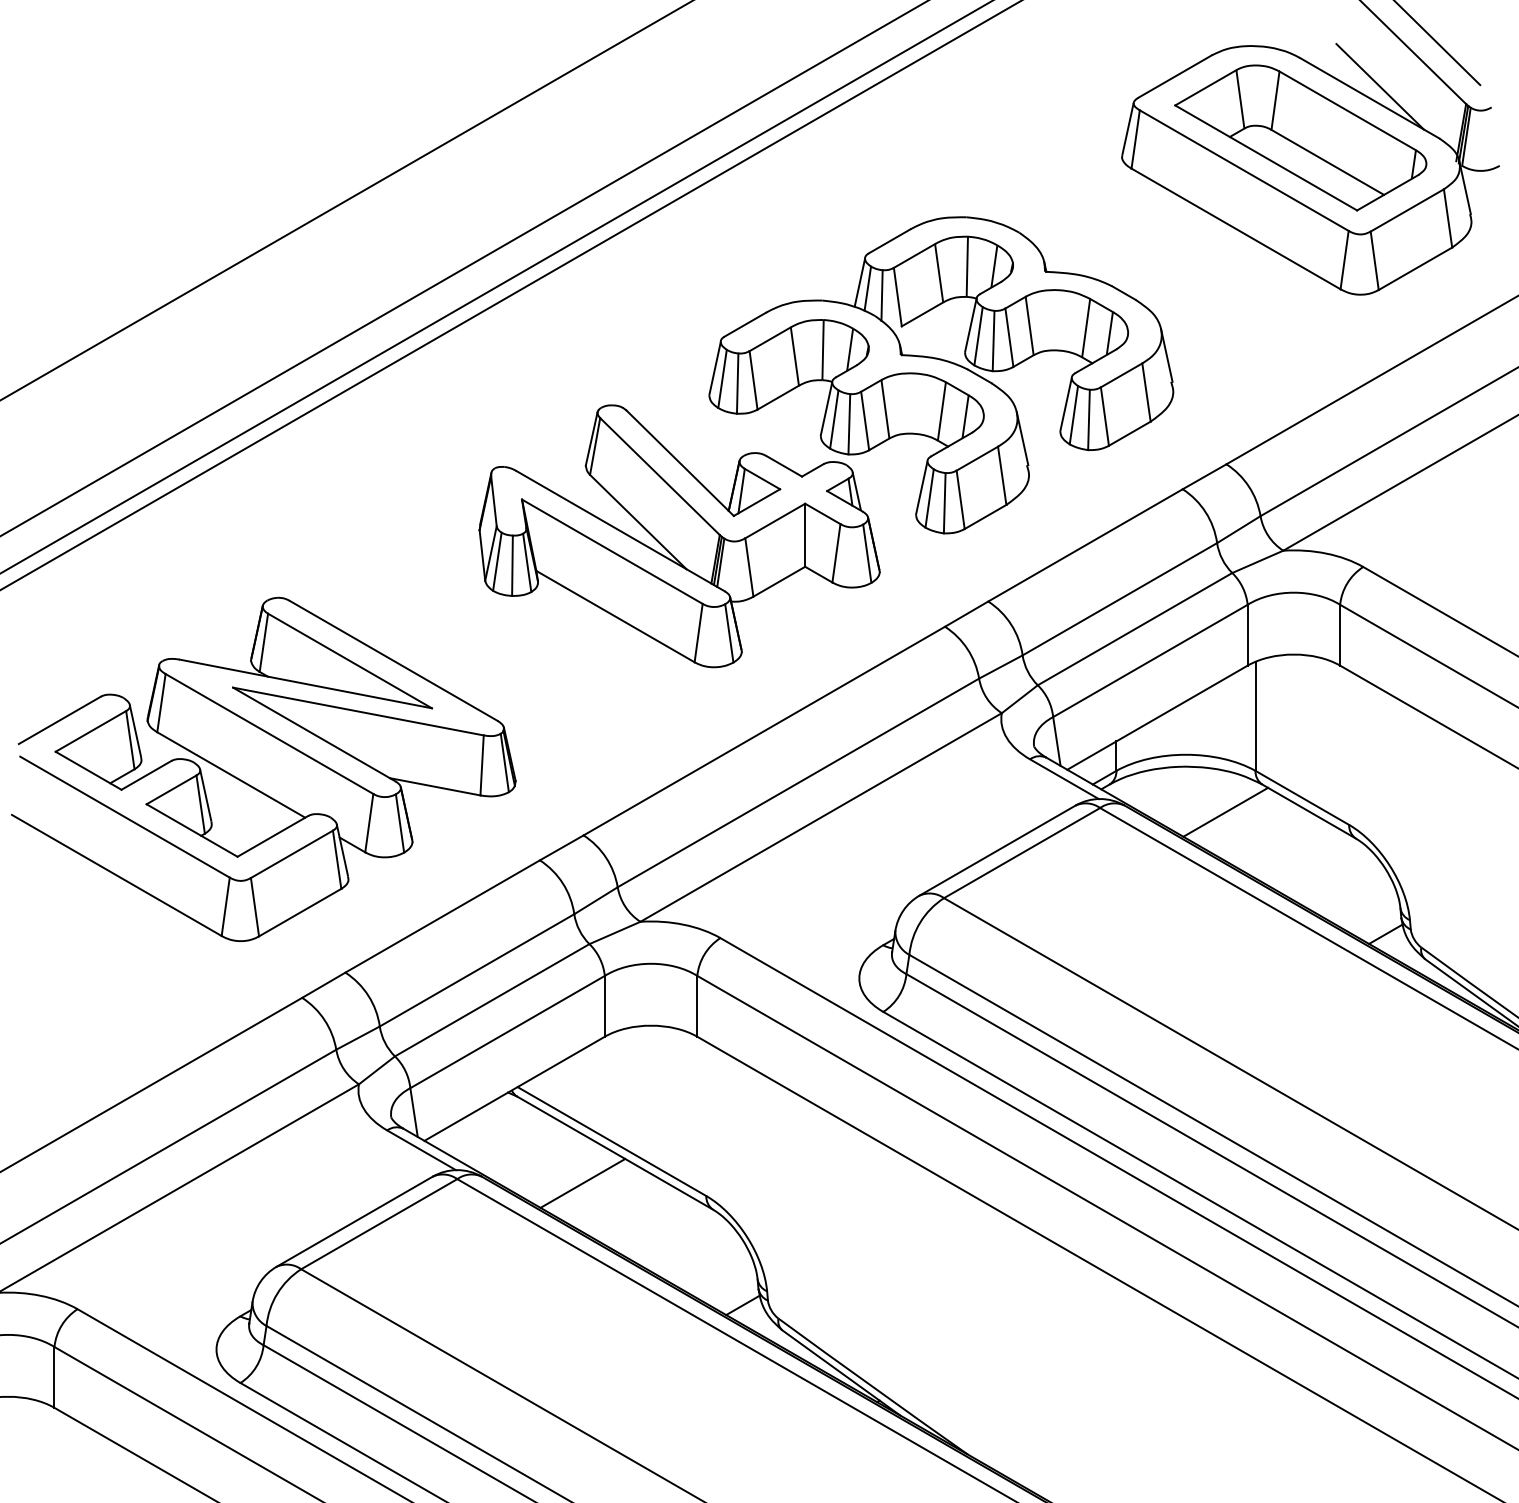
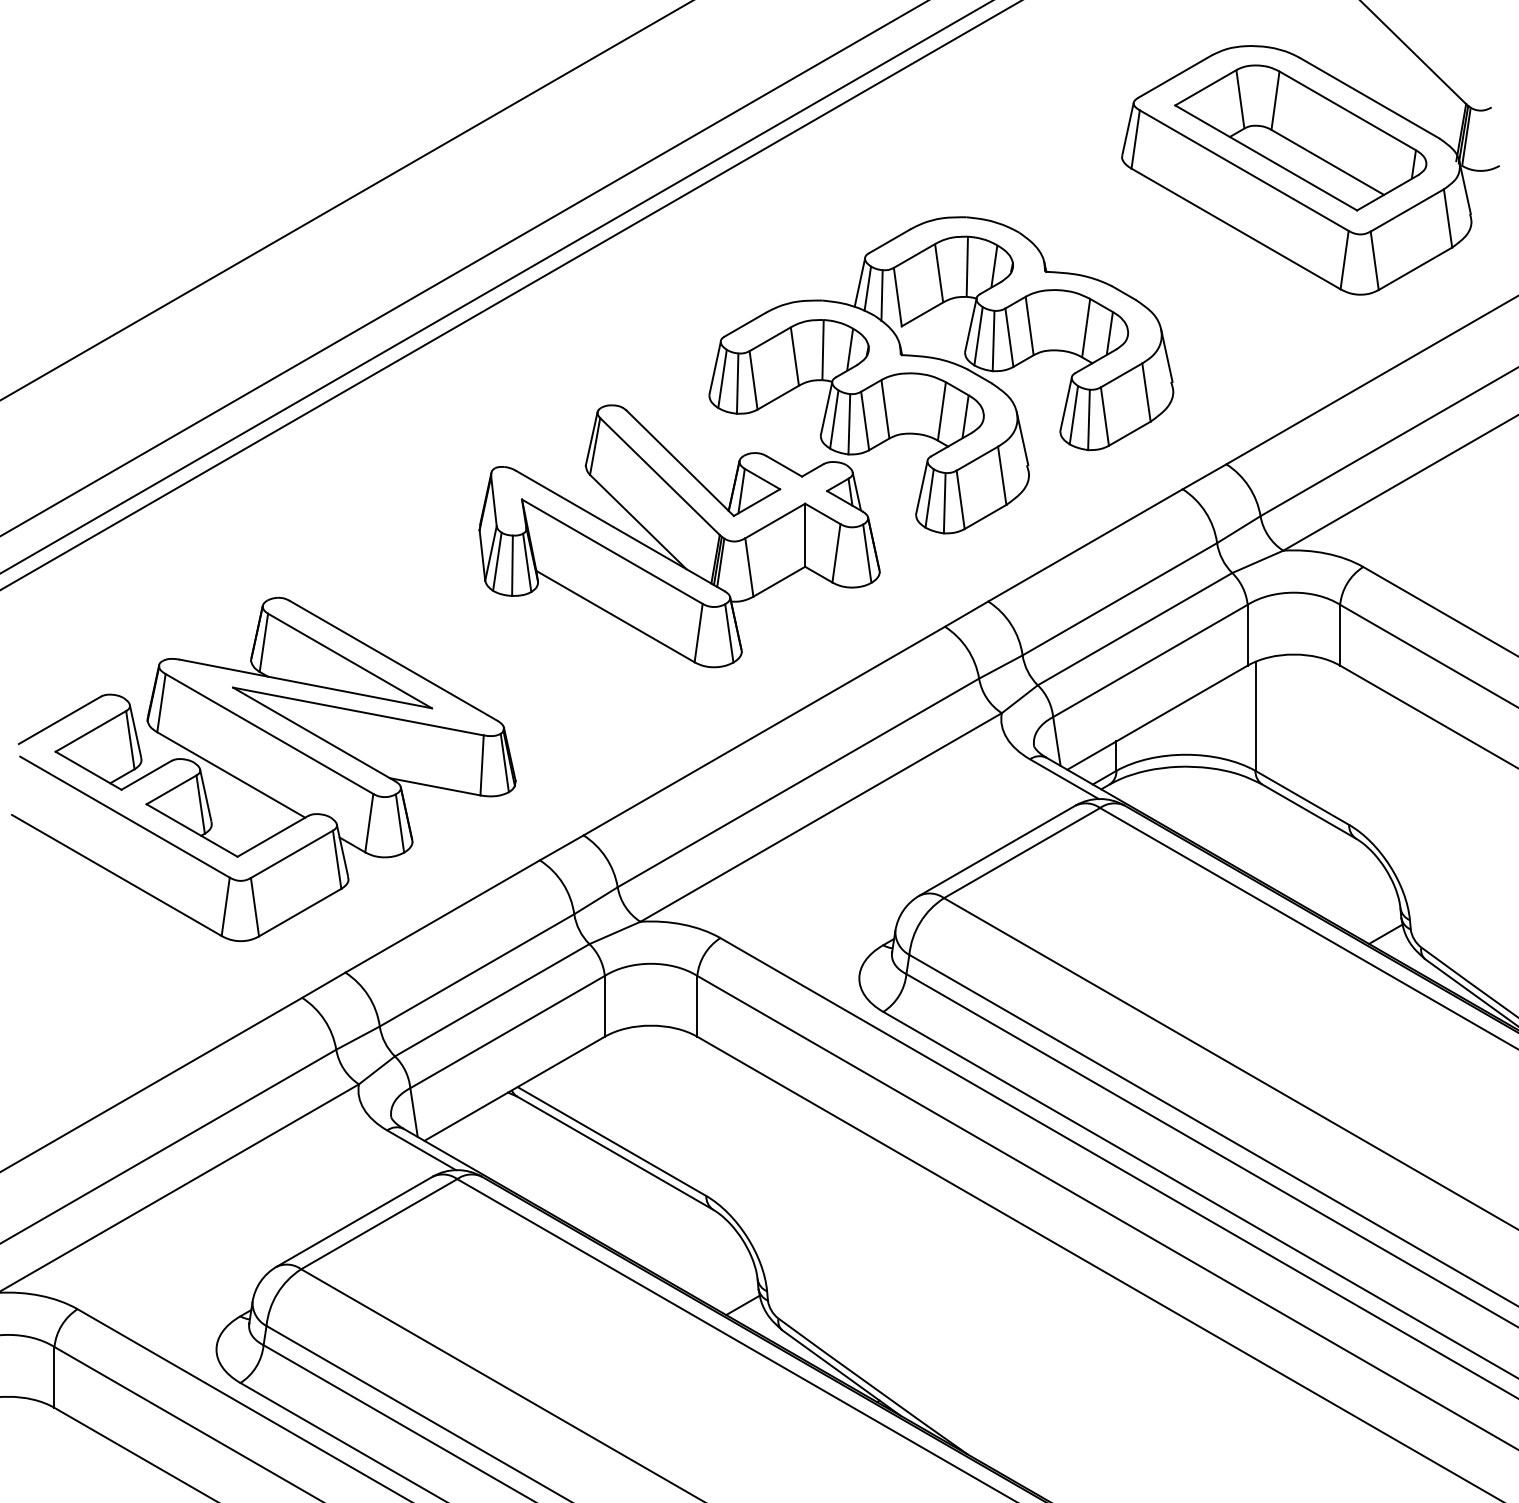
line at (1437, 43): present -> none
line at (1379, 86): present -> none
line at (1225, 811): present -> none
line at (582, 1182): present -> none
